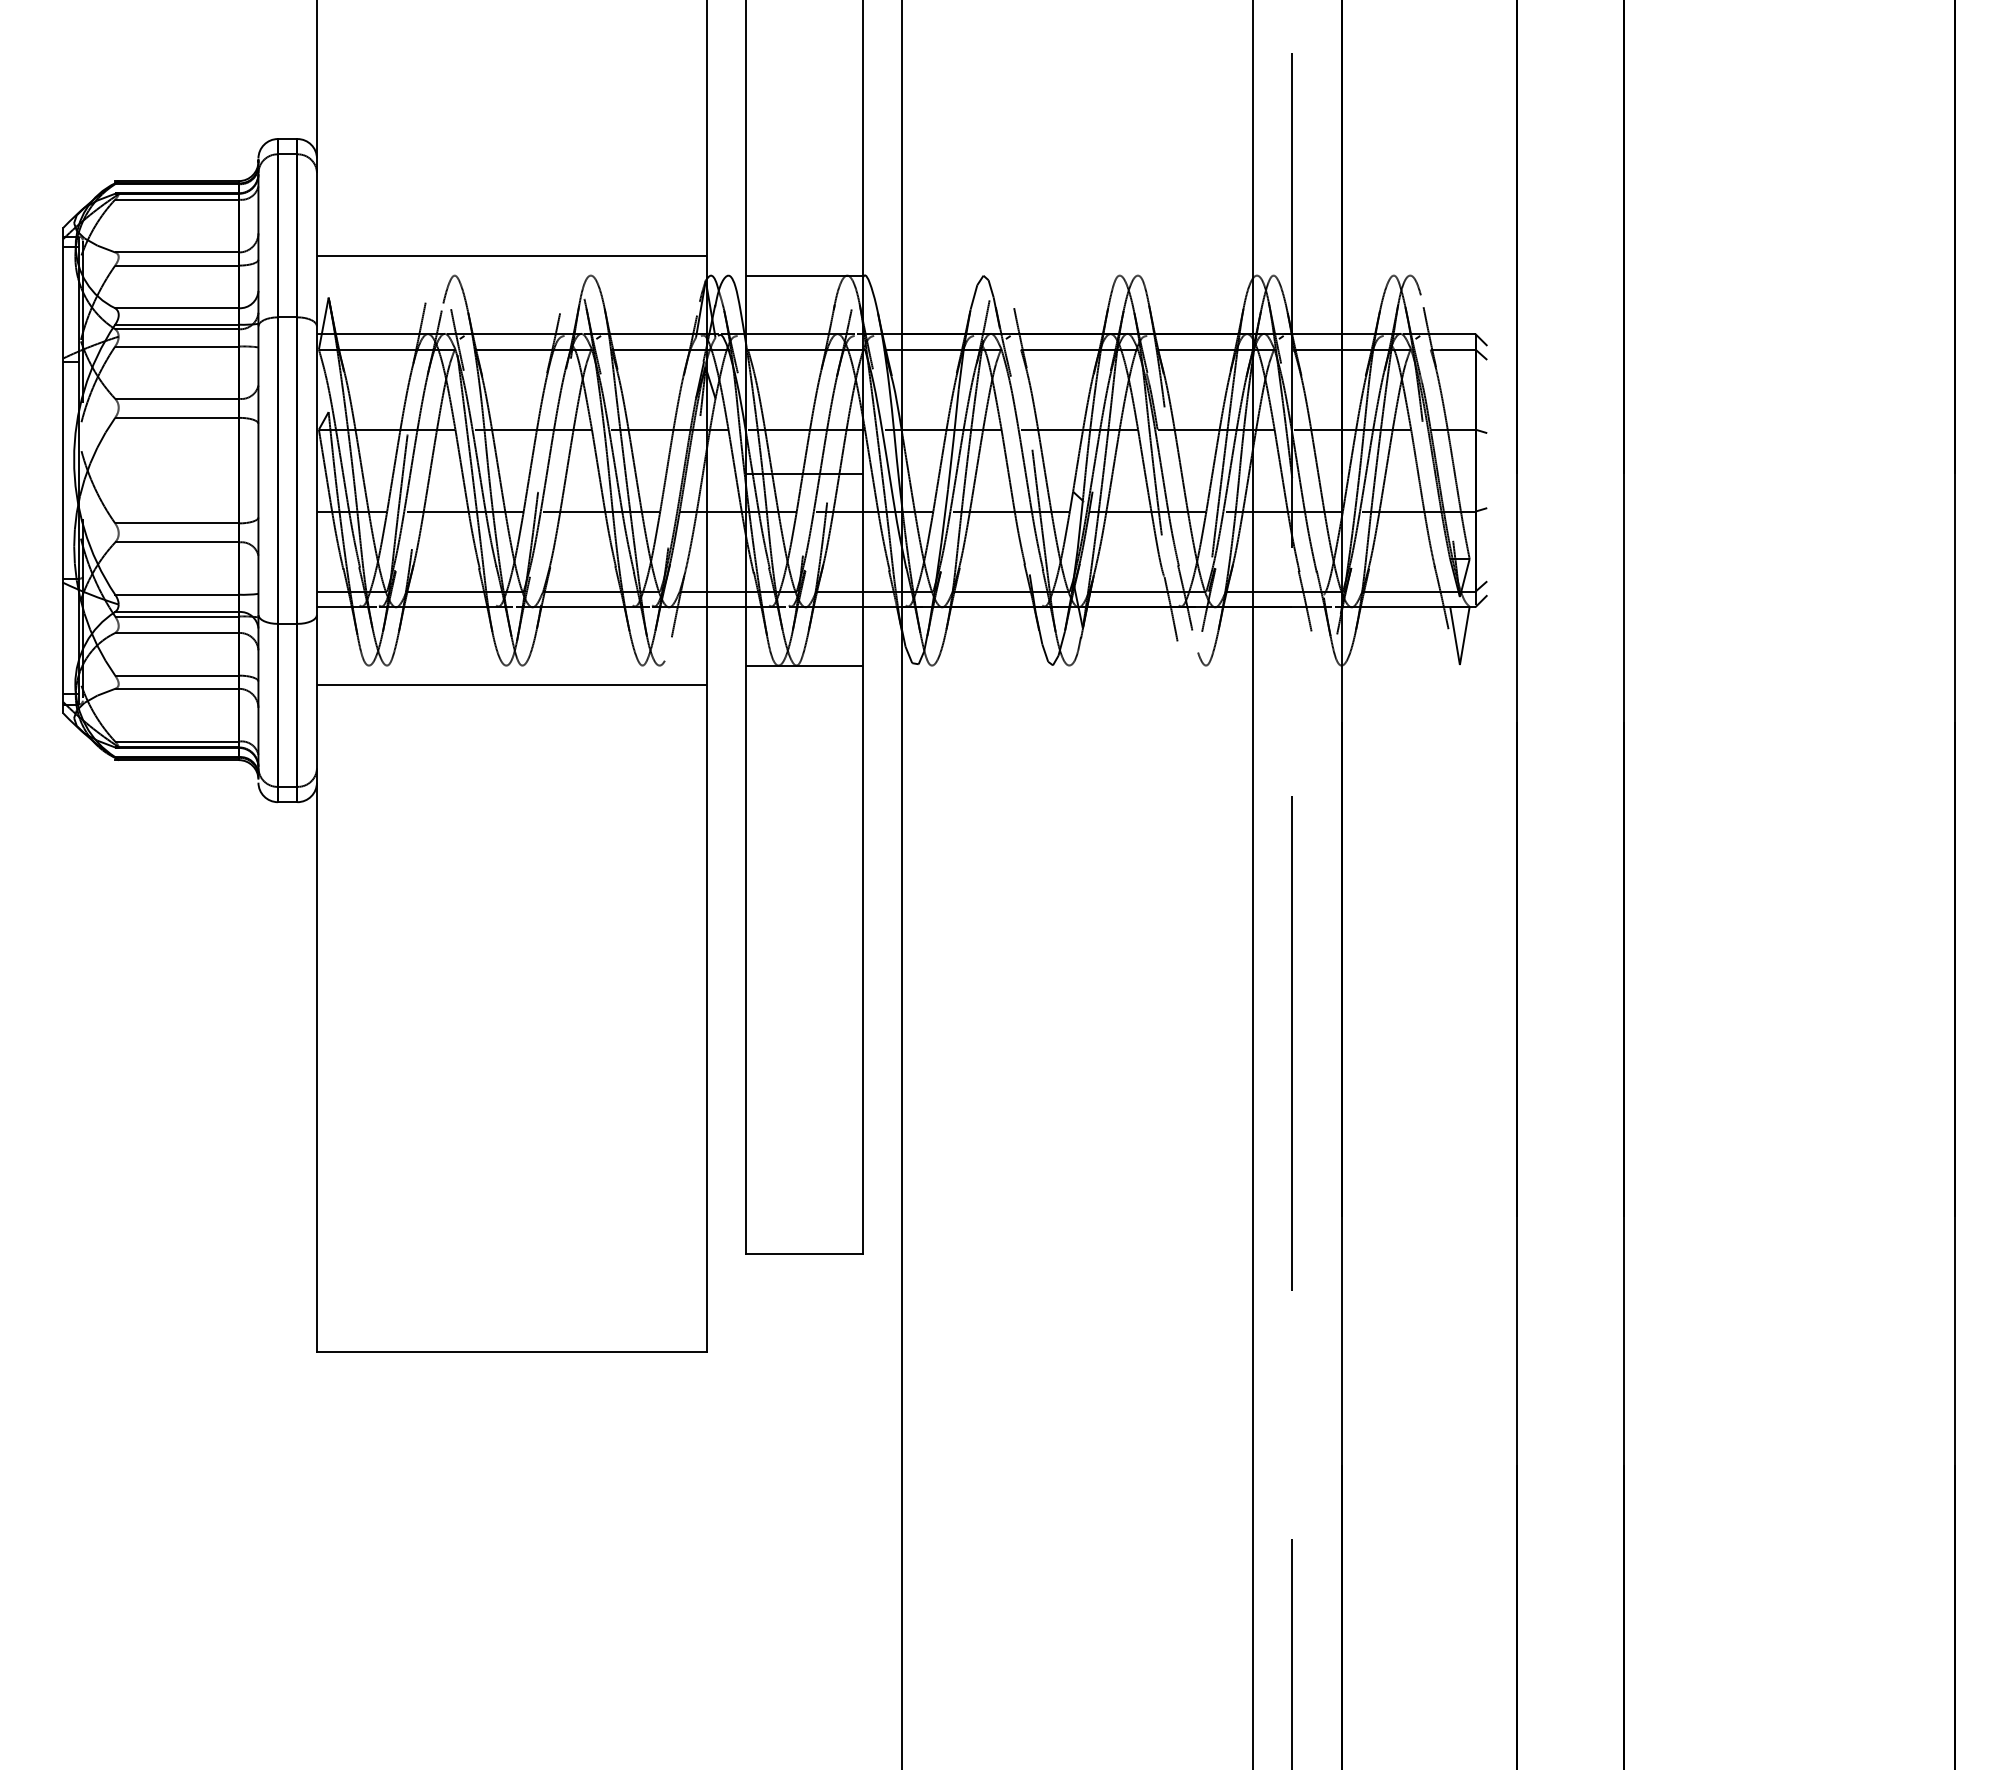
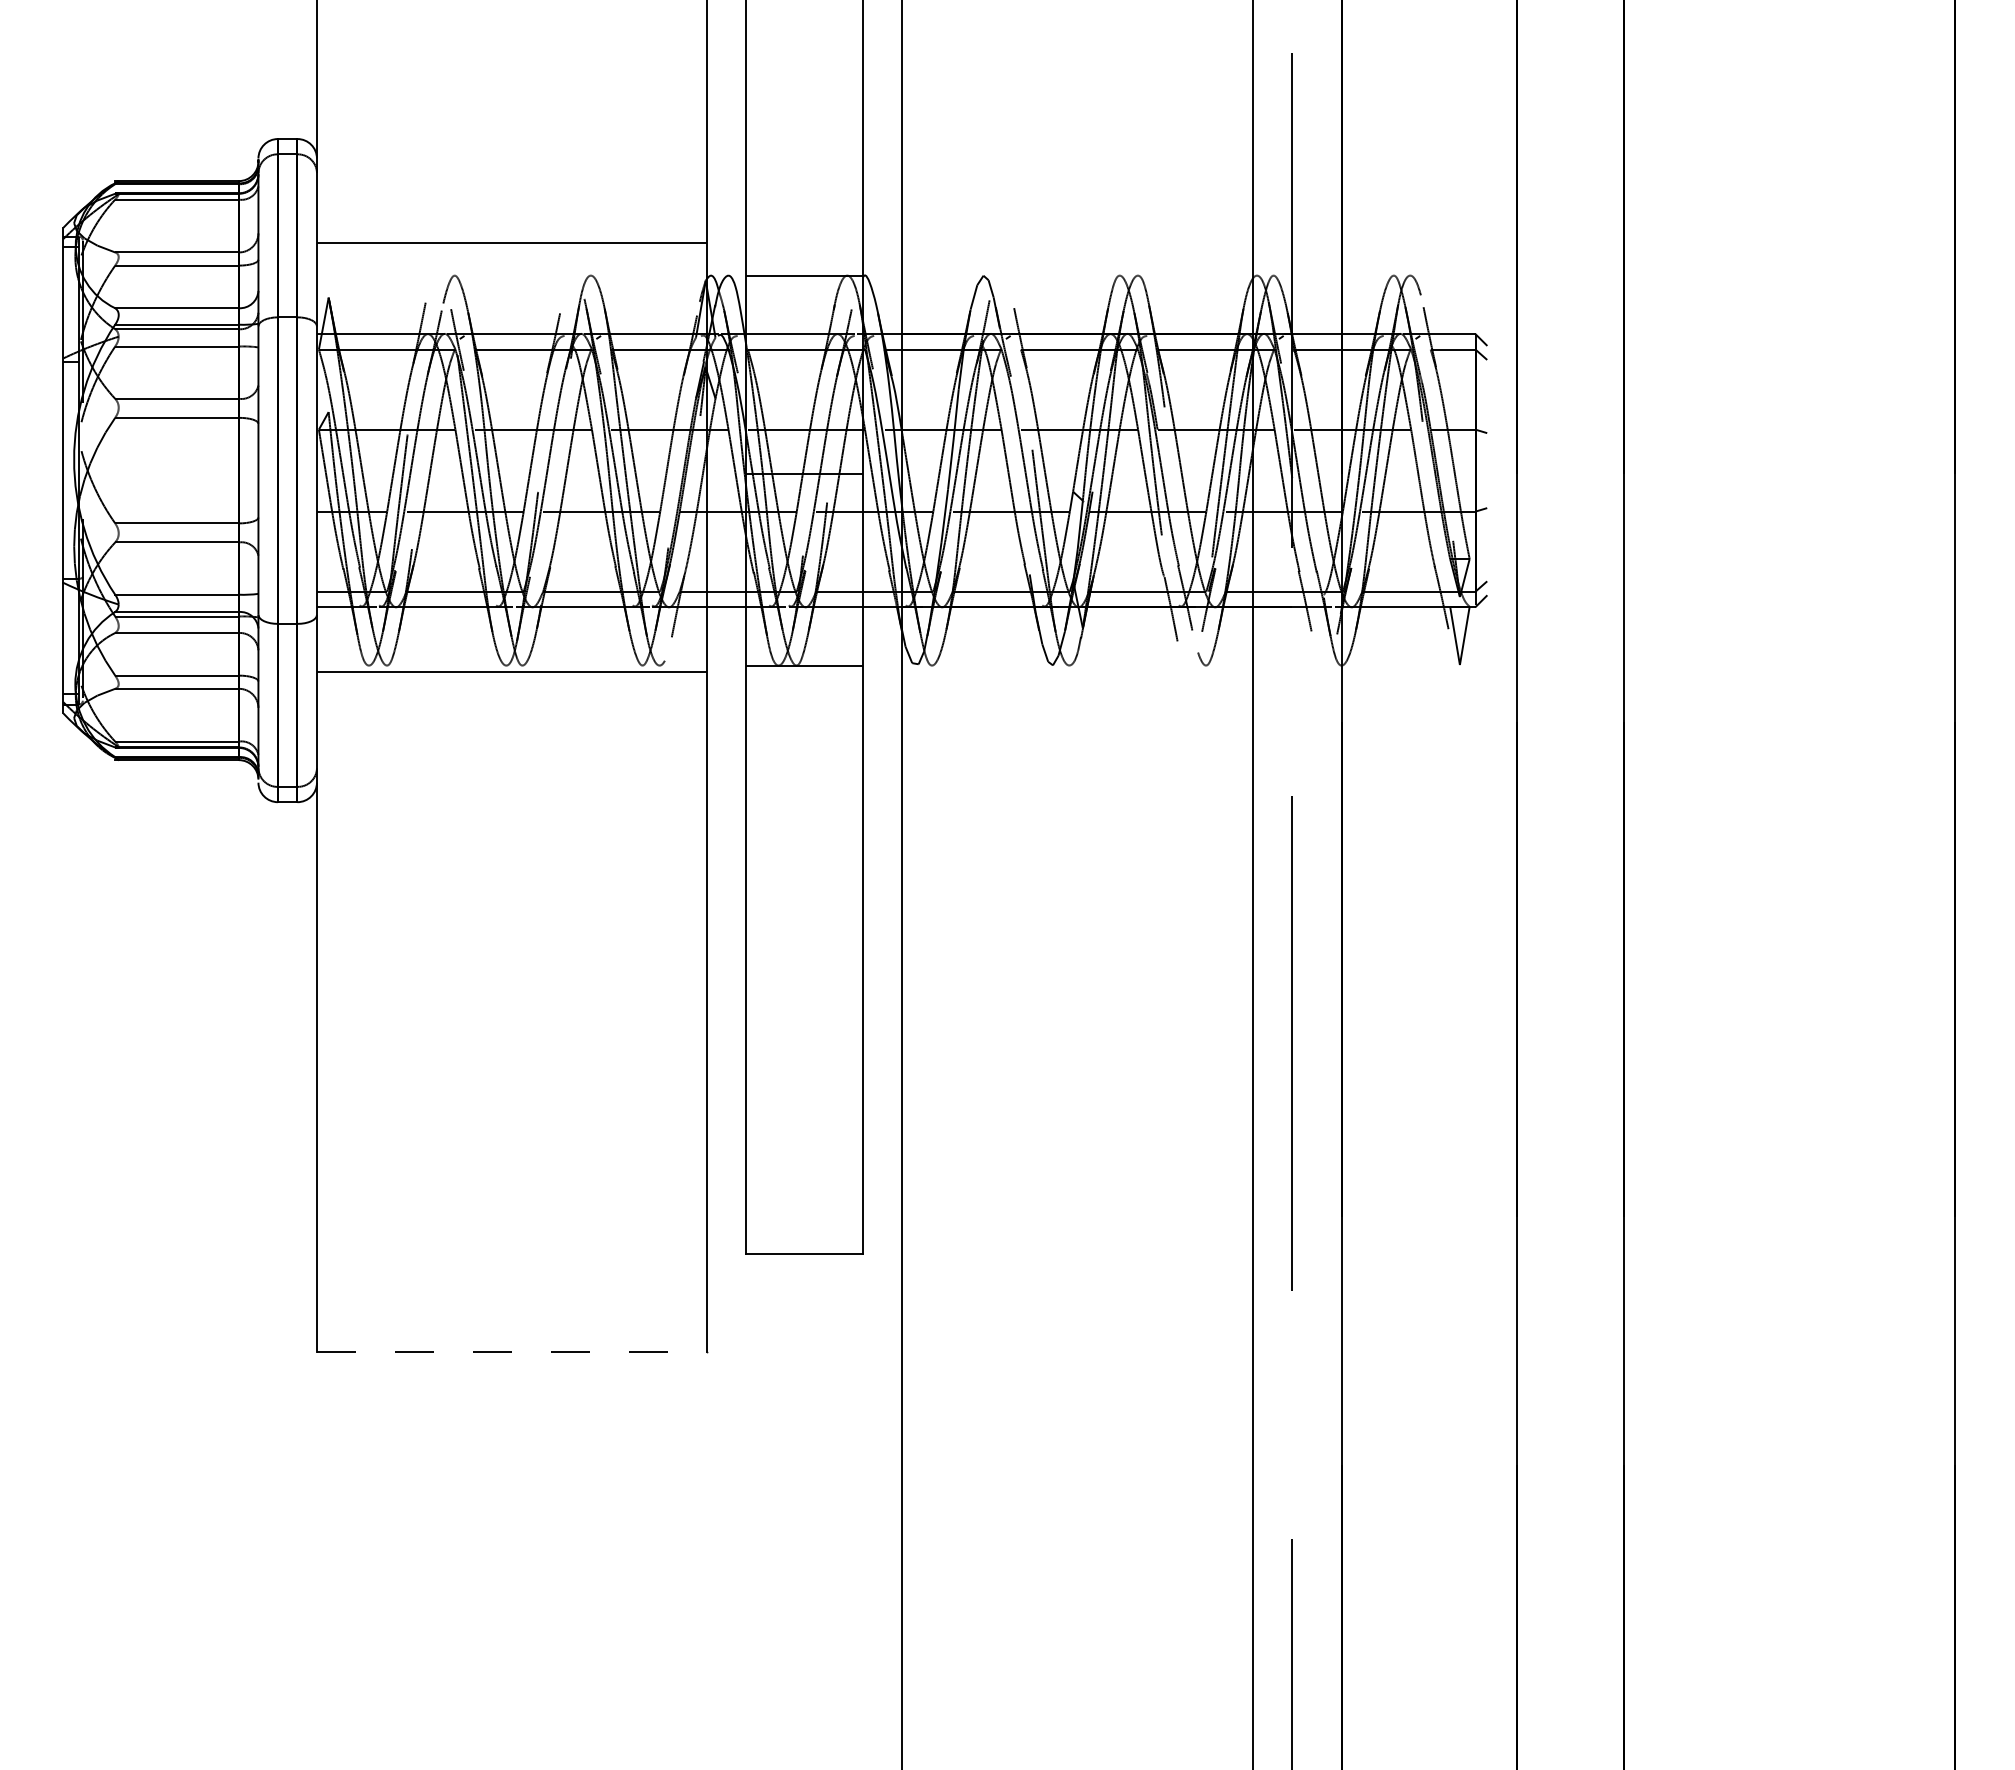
line at (511, 256) position: (511, 256) -> (511, 243)
line at (511, 685) position: (511, 685) -> (511, 672)
line at (512, 1351): solid -> dashed
